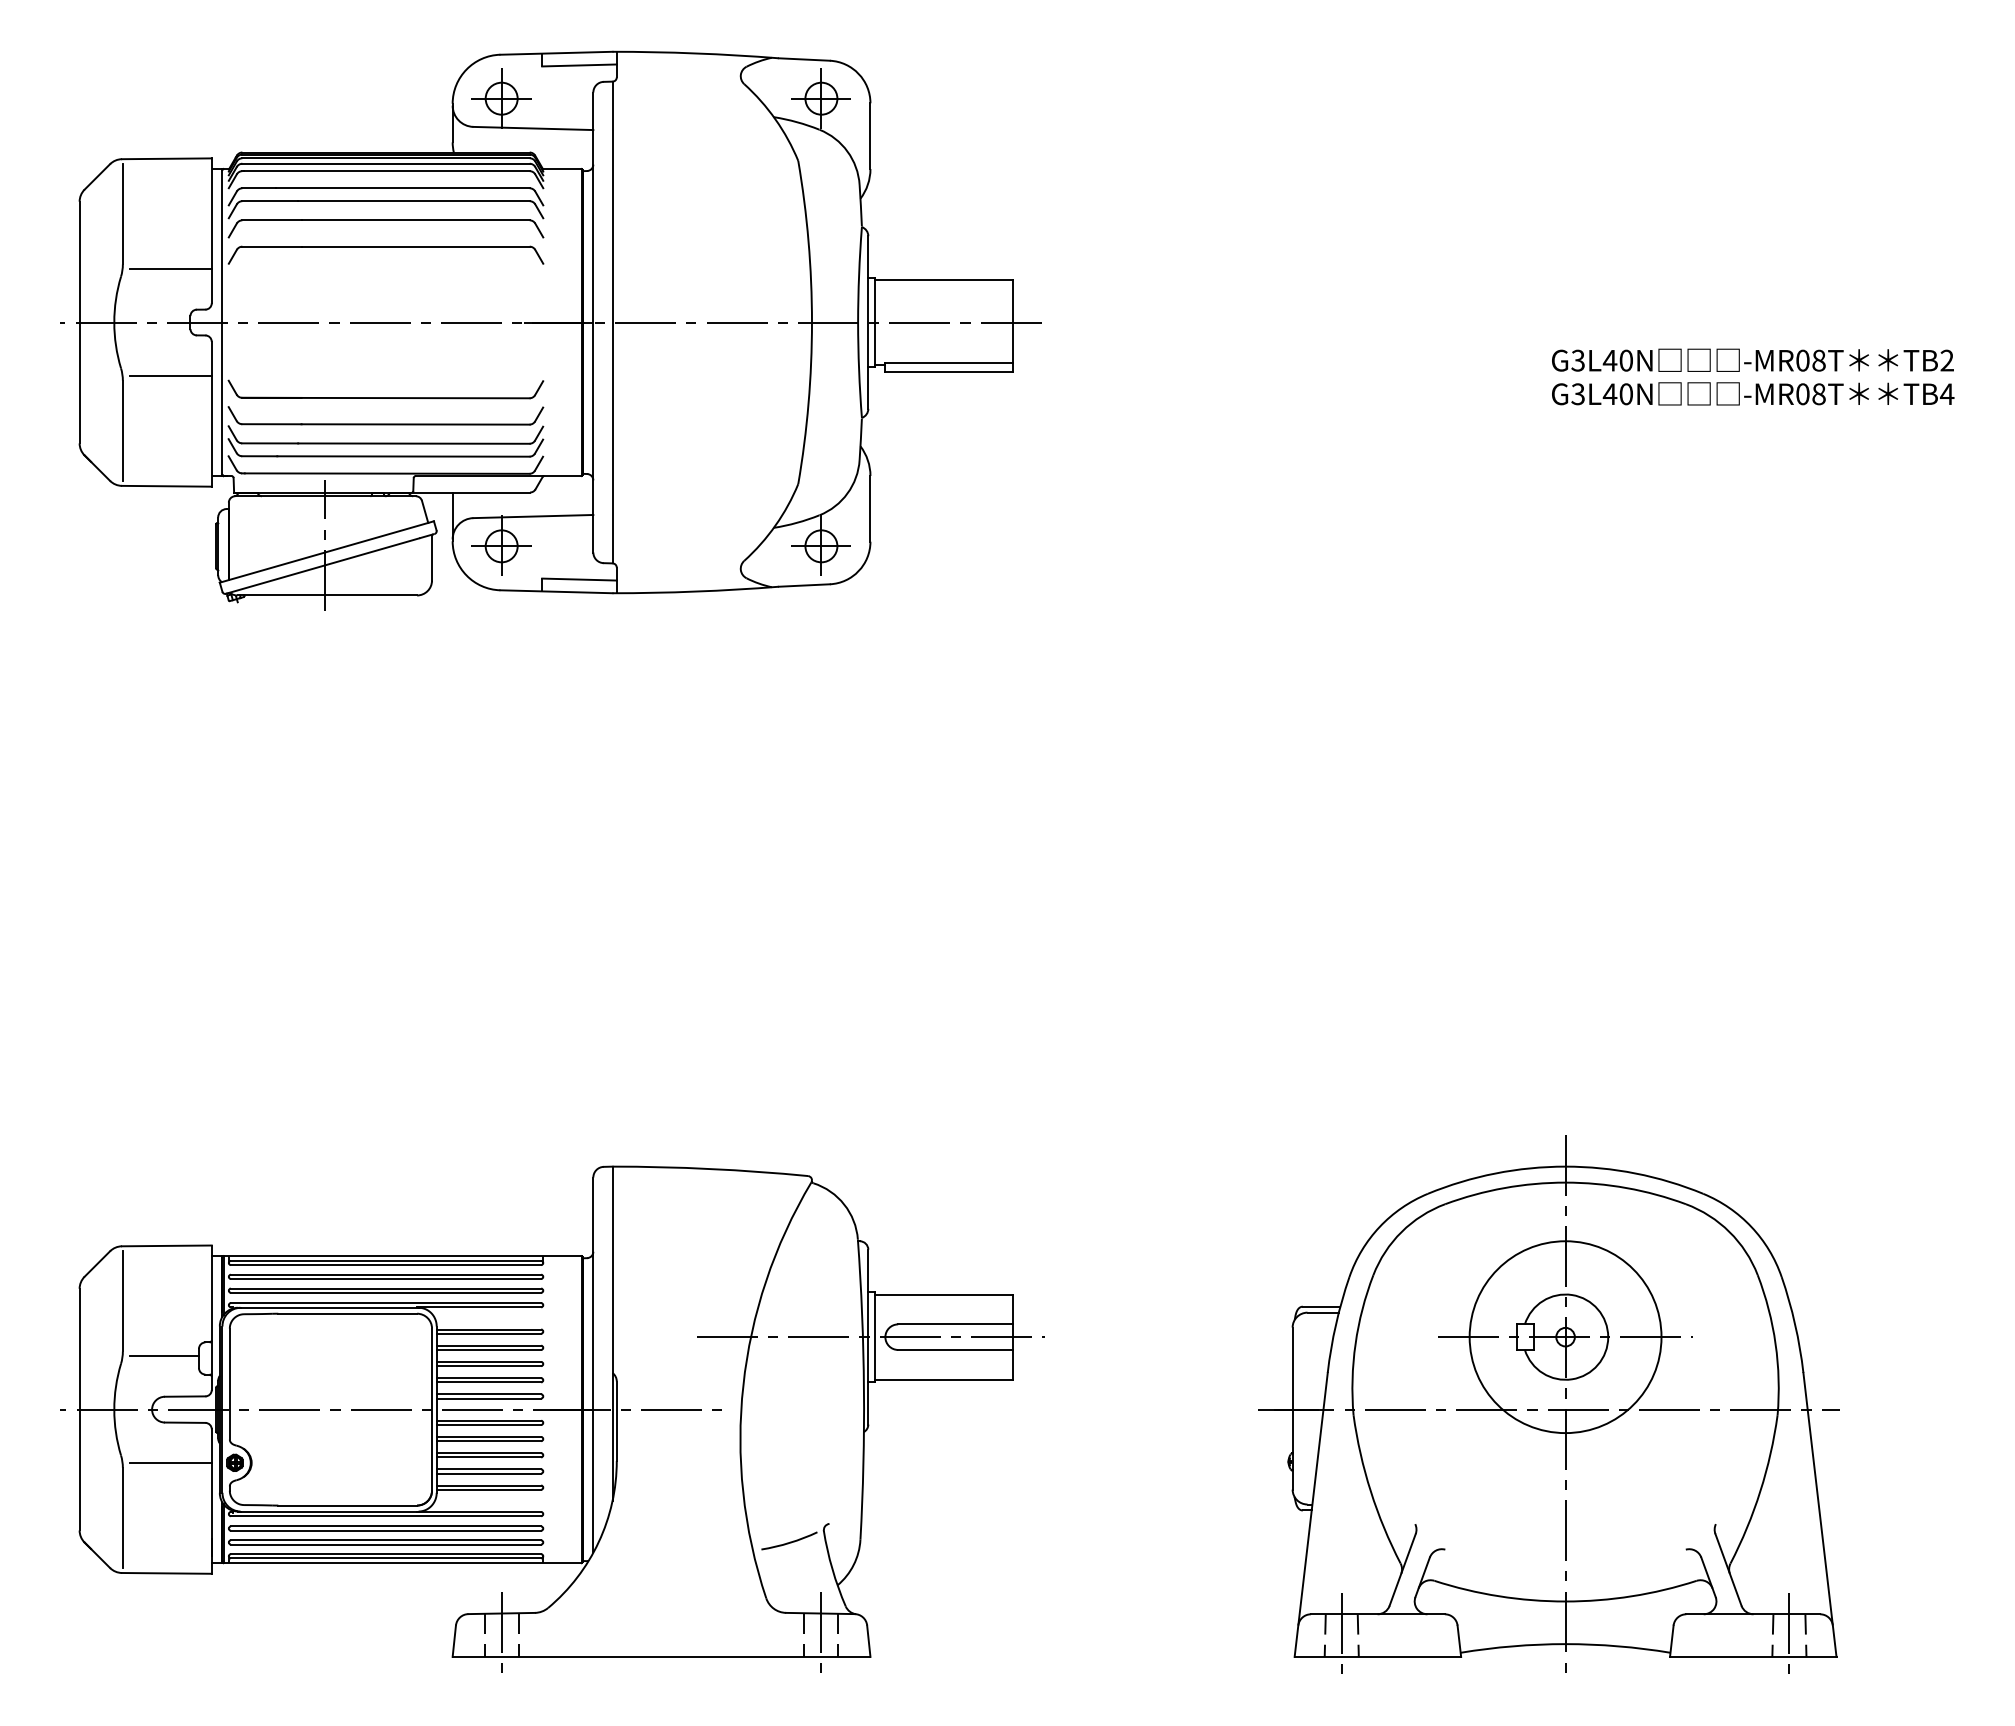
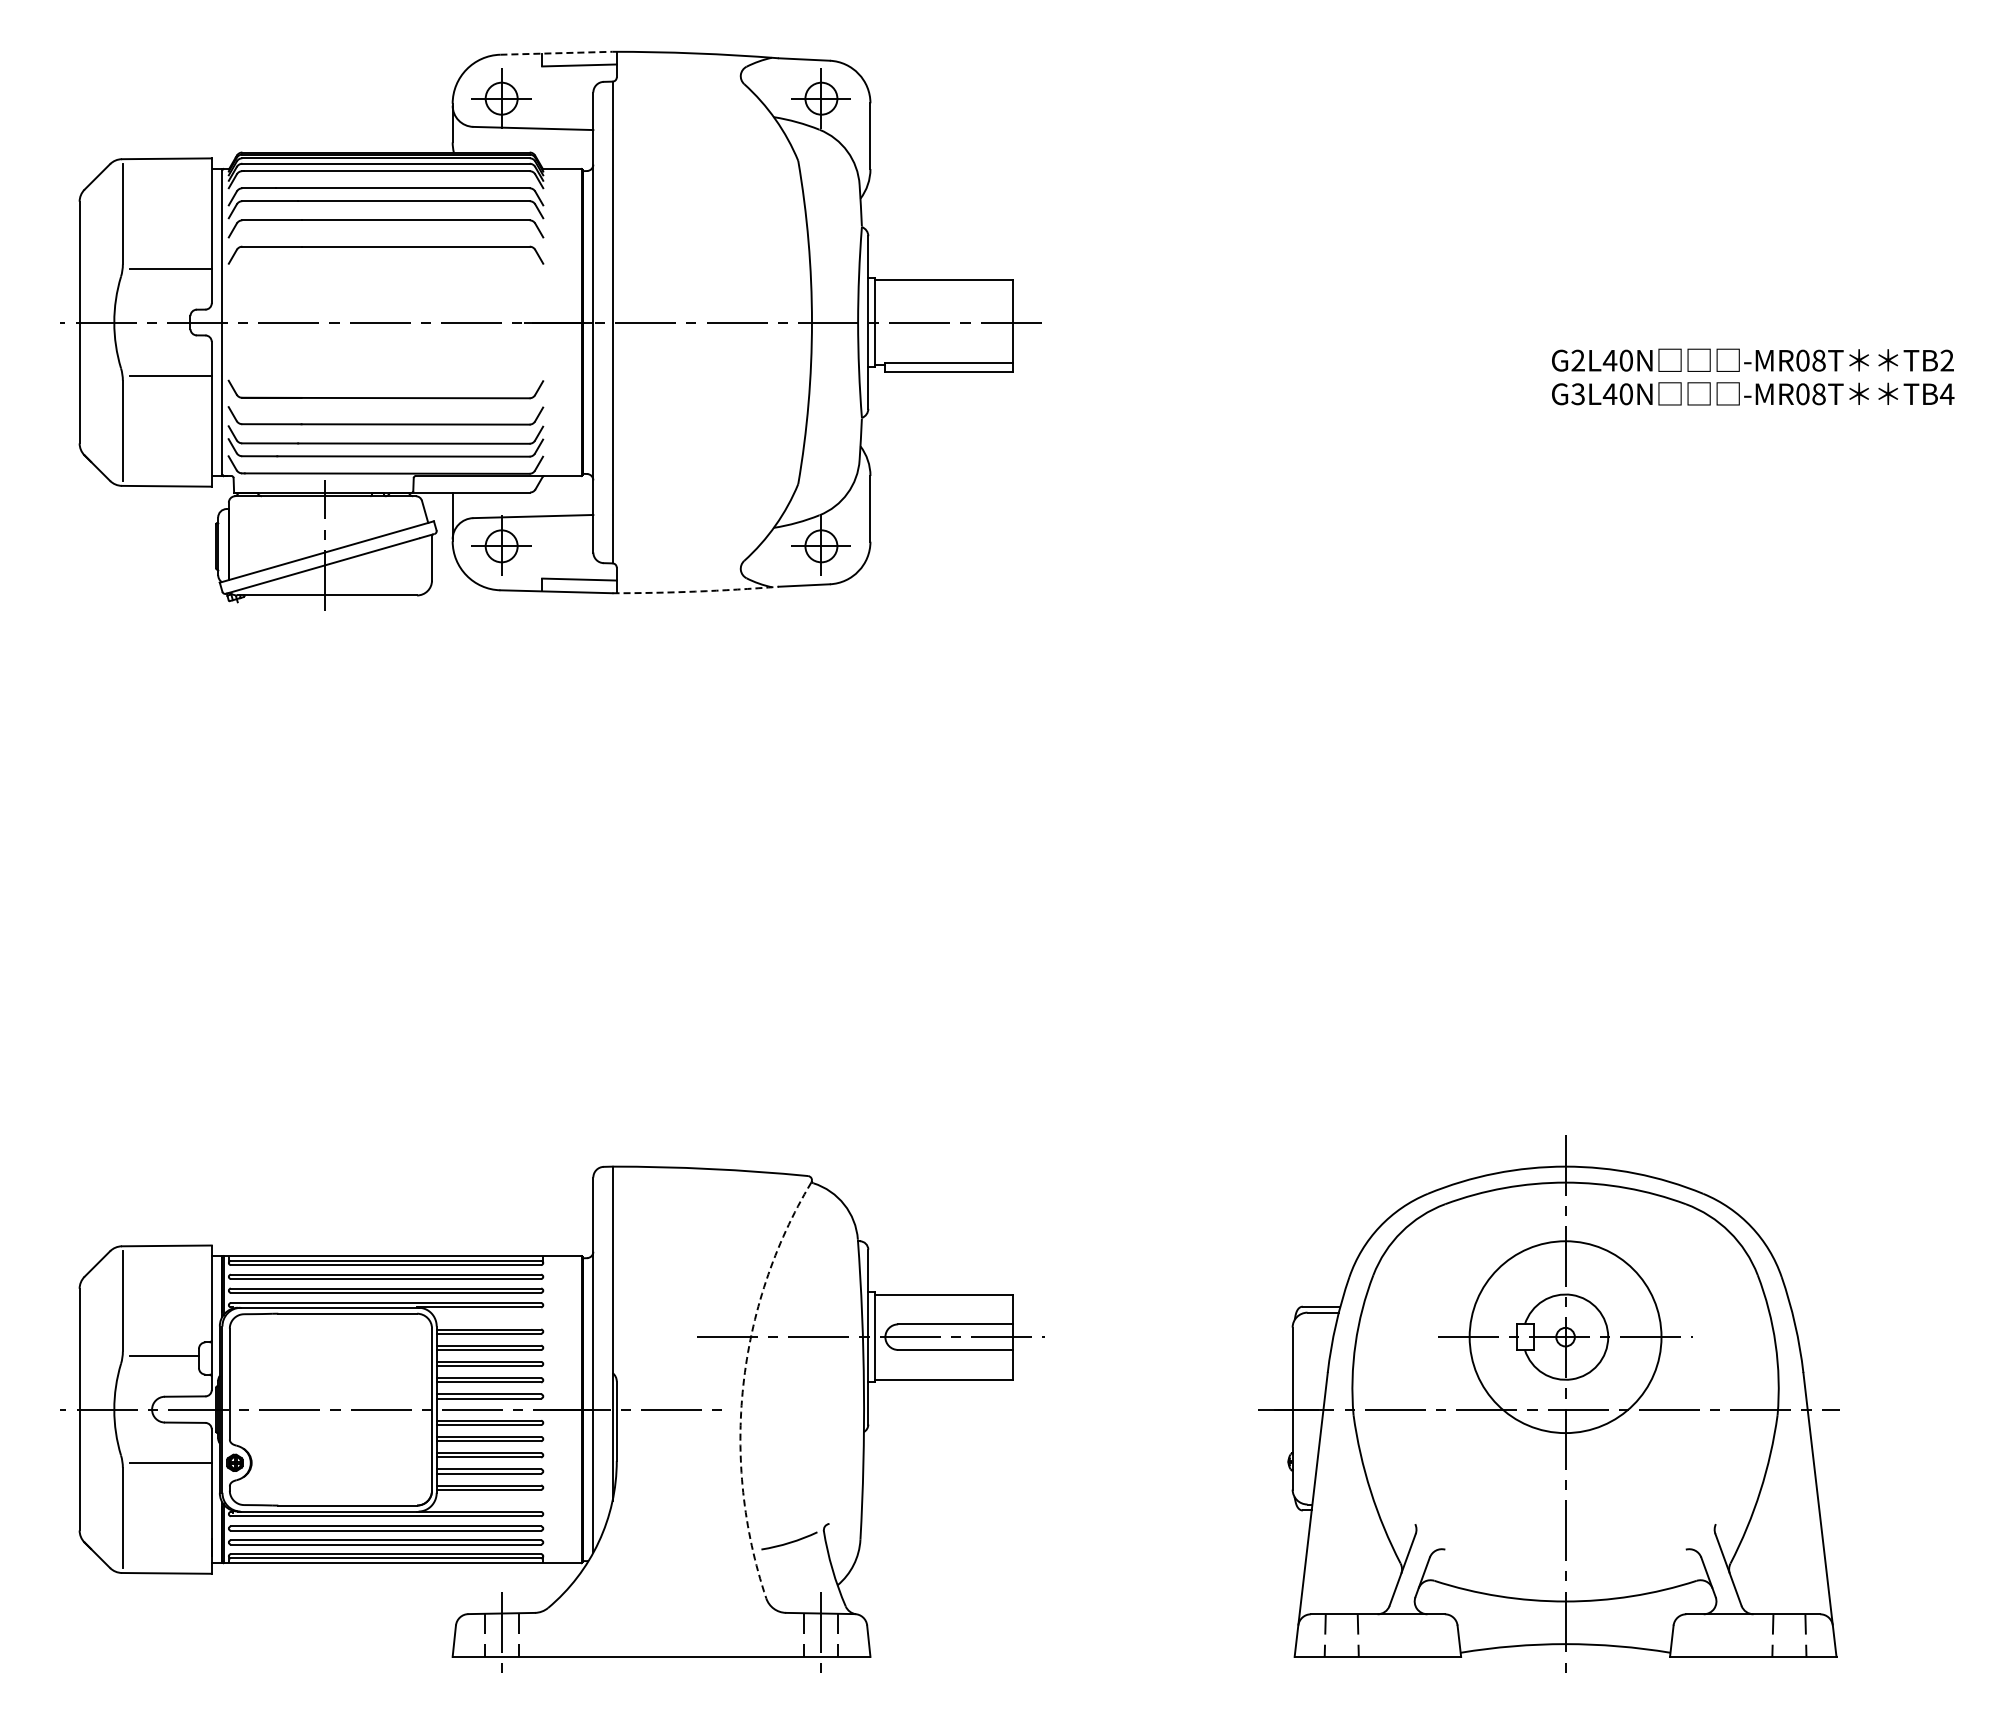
line at (556, 53): solid -> dashed
text at (1577, 360): G3L40N -> G2L40N
arc at (695, 591): solid -> dashed
arc at (743, 1385): solid -> dashed
line at (1341, 1635): present -> none
line at (1789, 1635): present -> none
